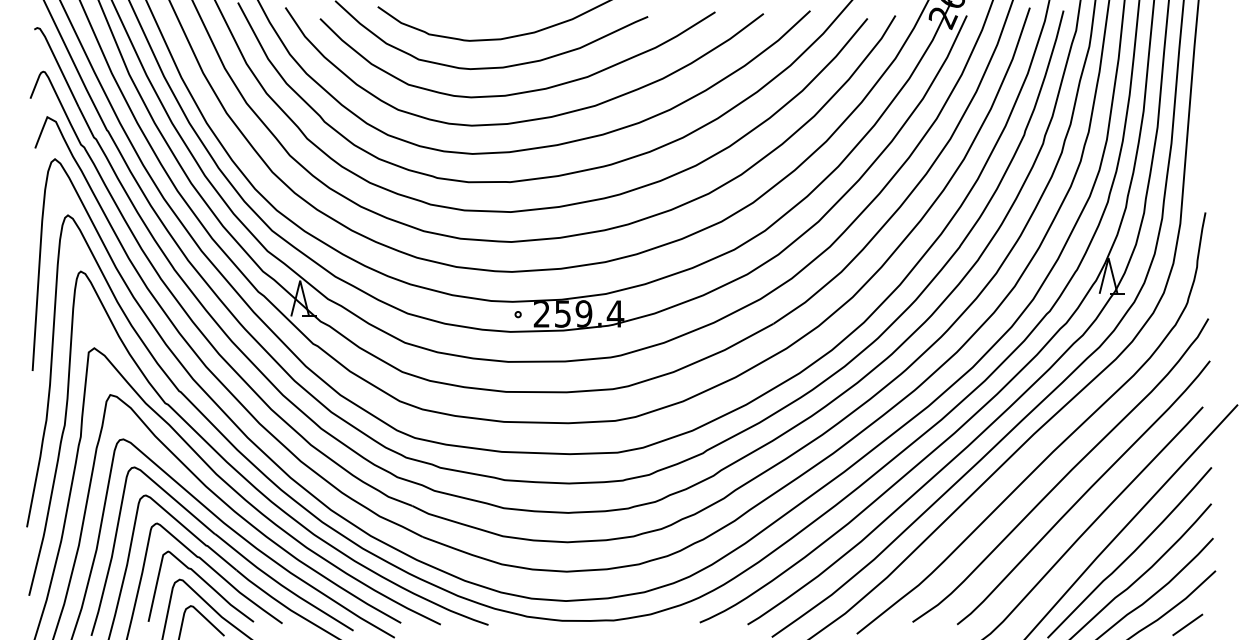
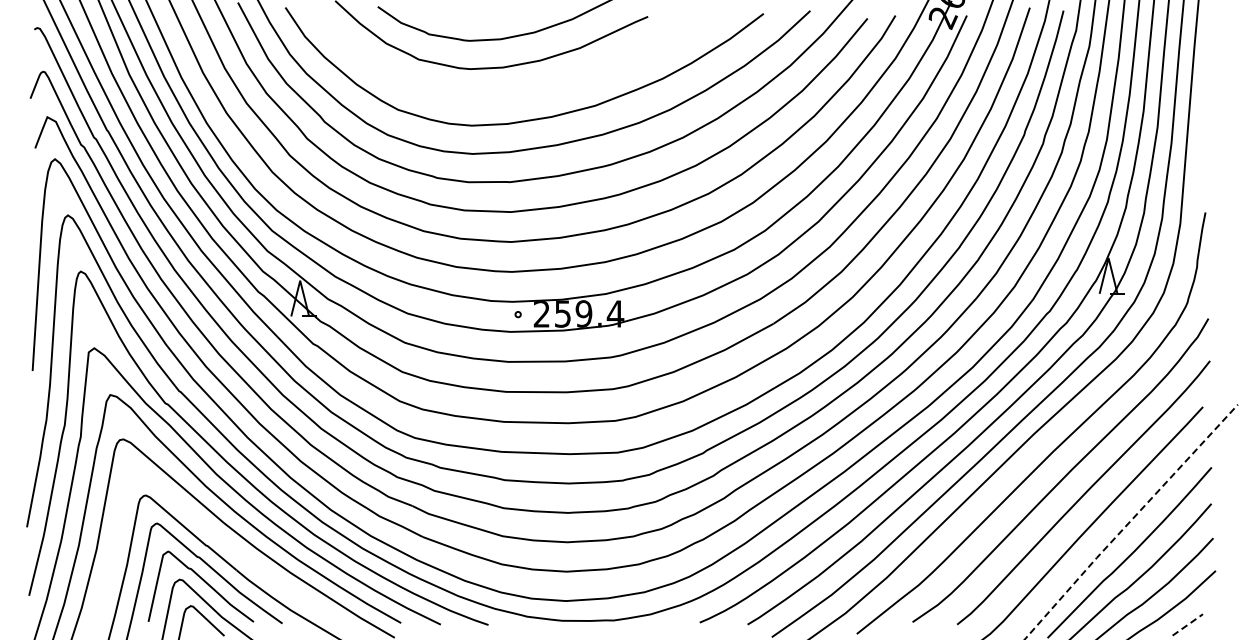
curve at (522, 91): present -> none
line at (1130, 521): solid -> dashed
part at (226, 544): present -> none
line at (1187, 624): solid -> dashed
